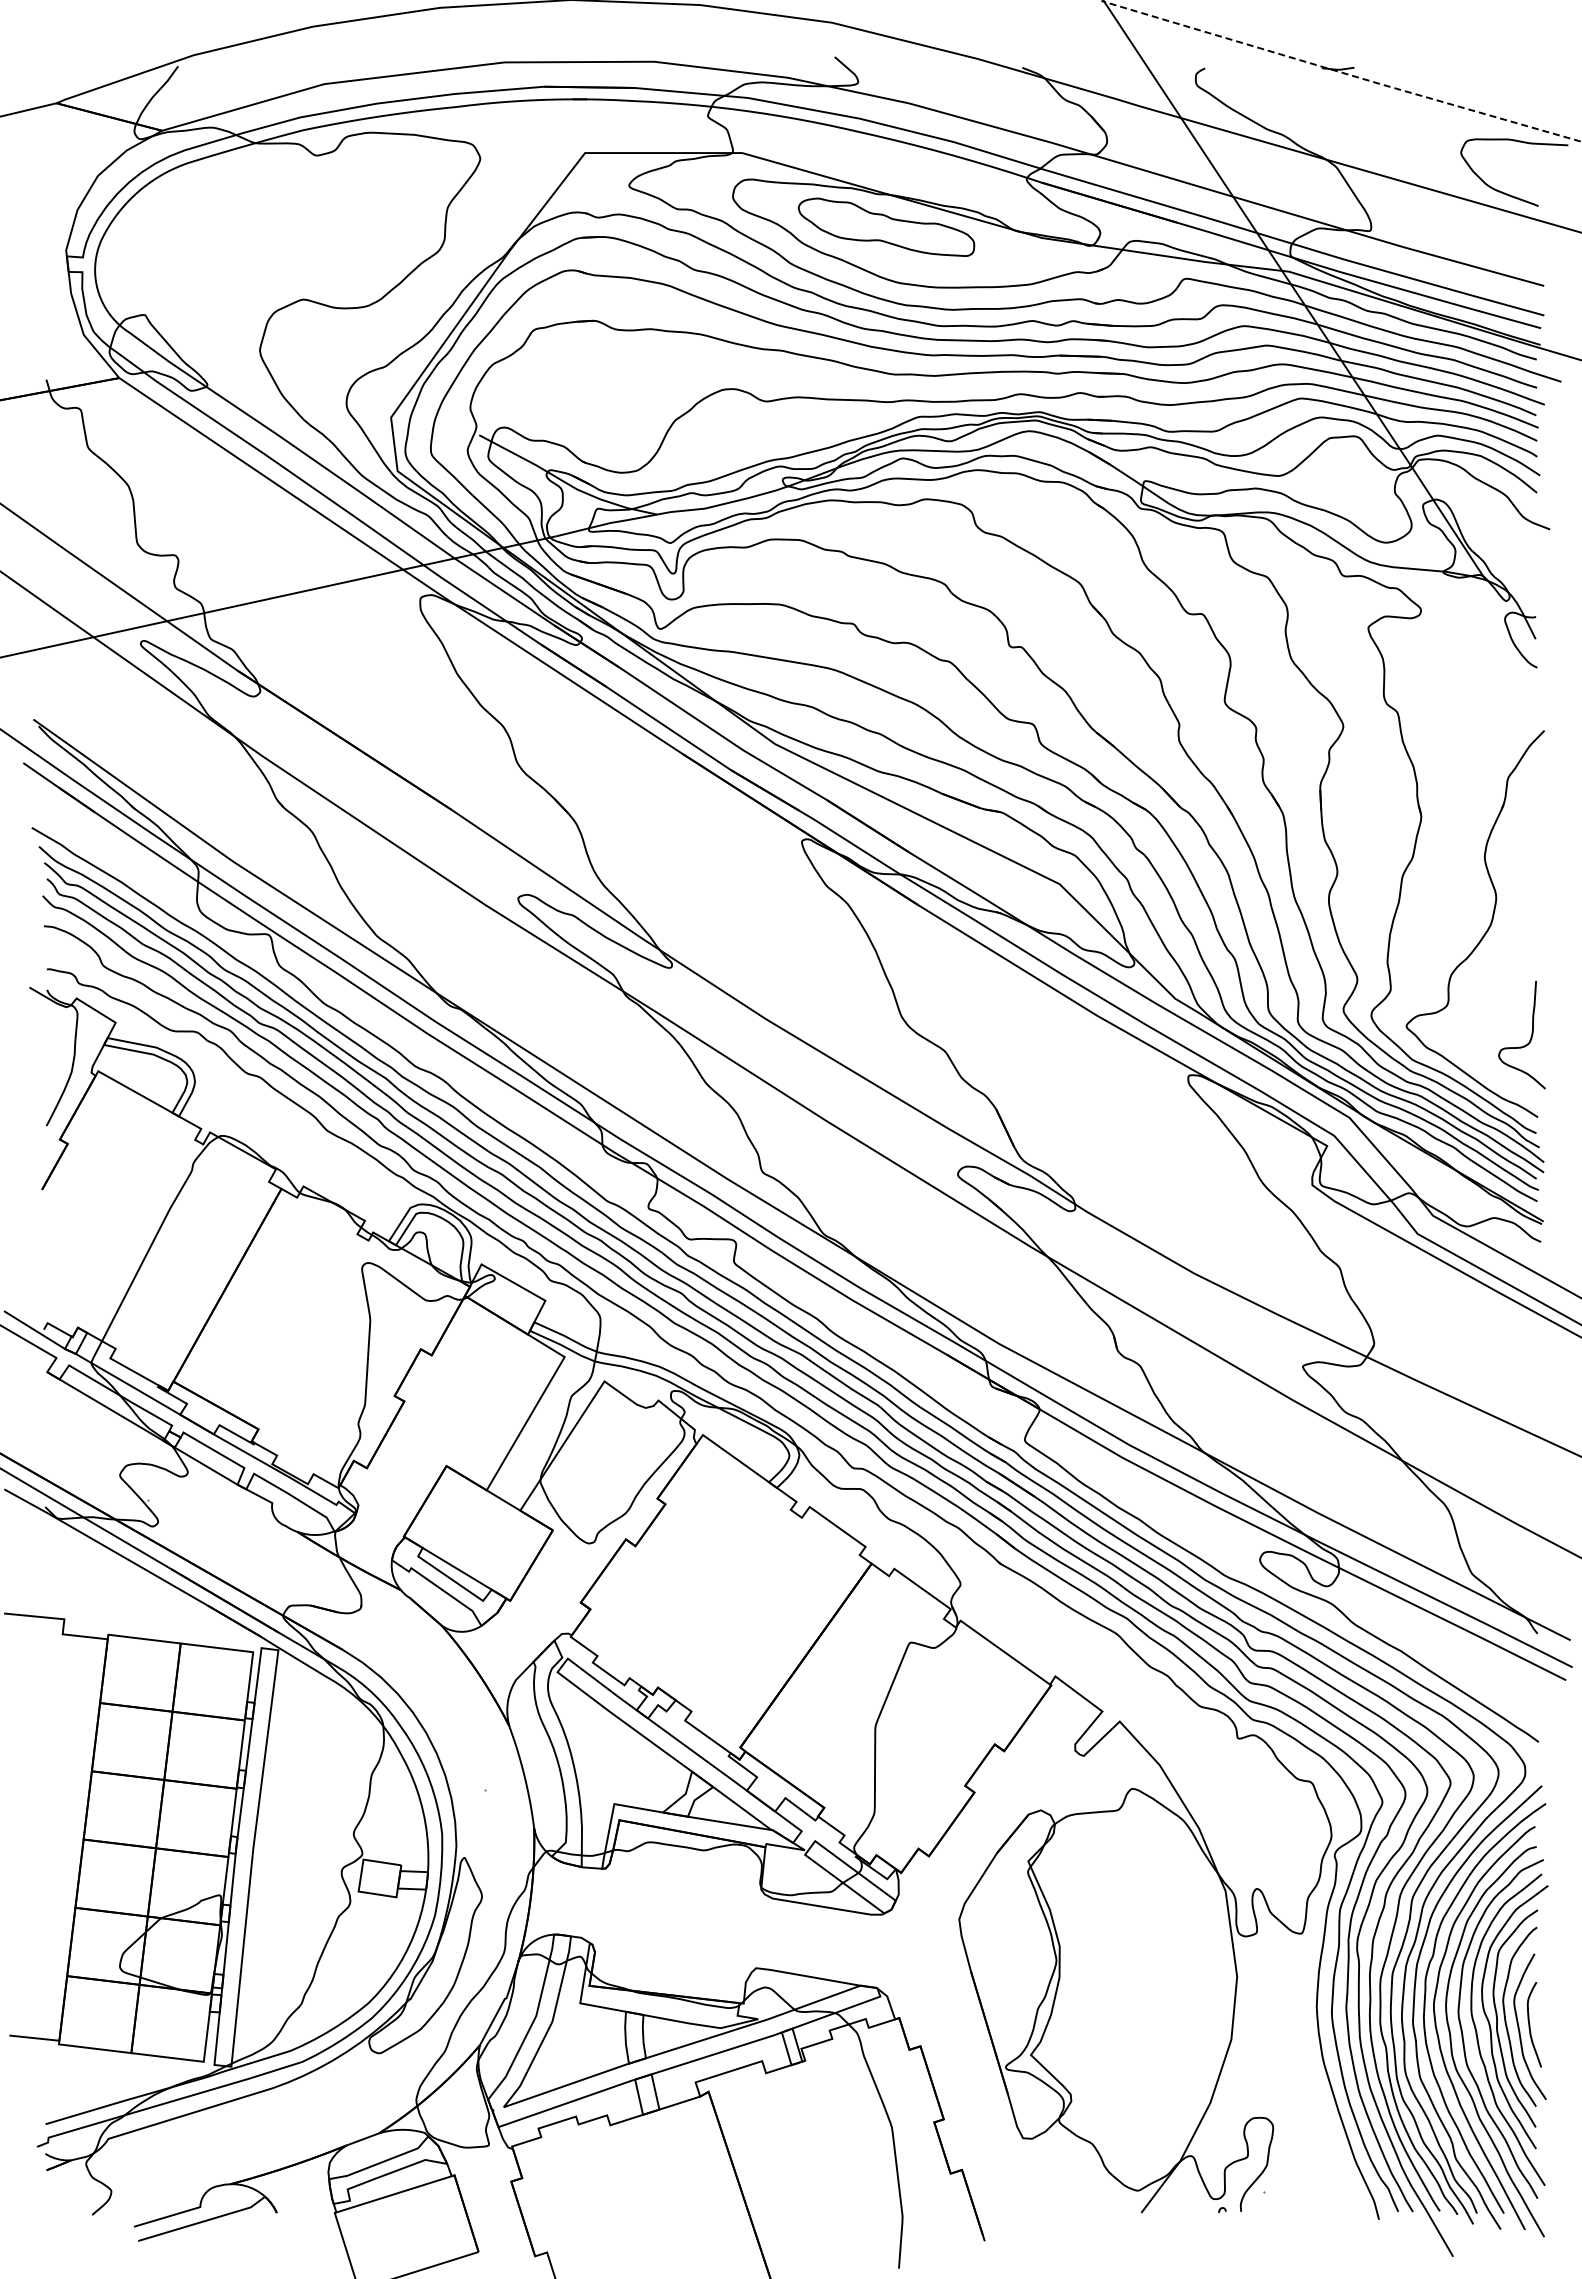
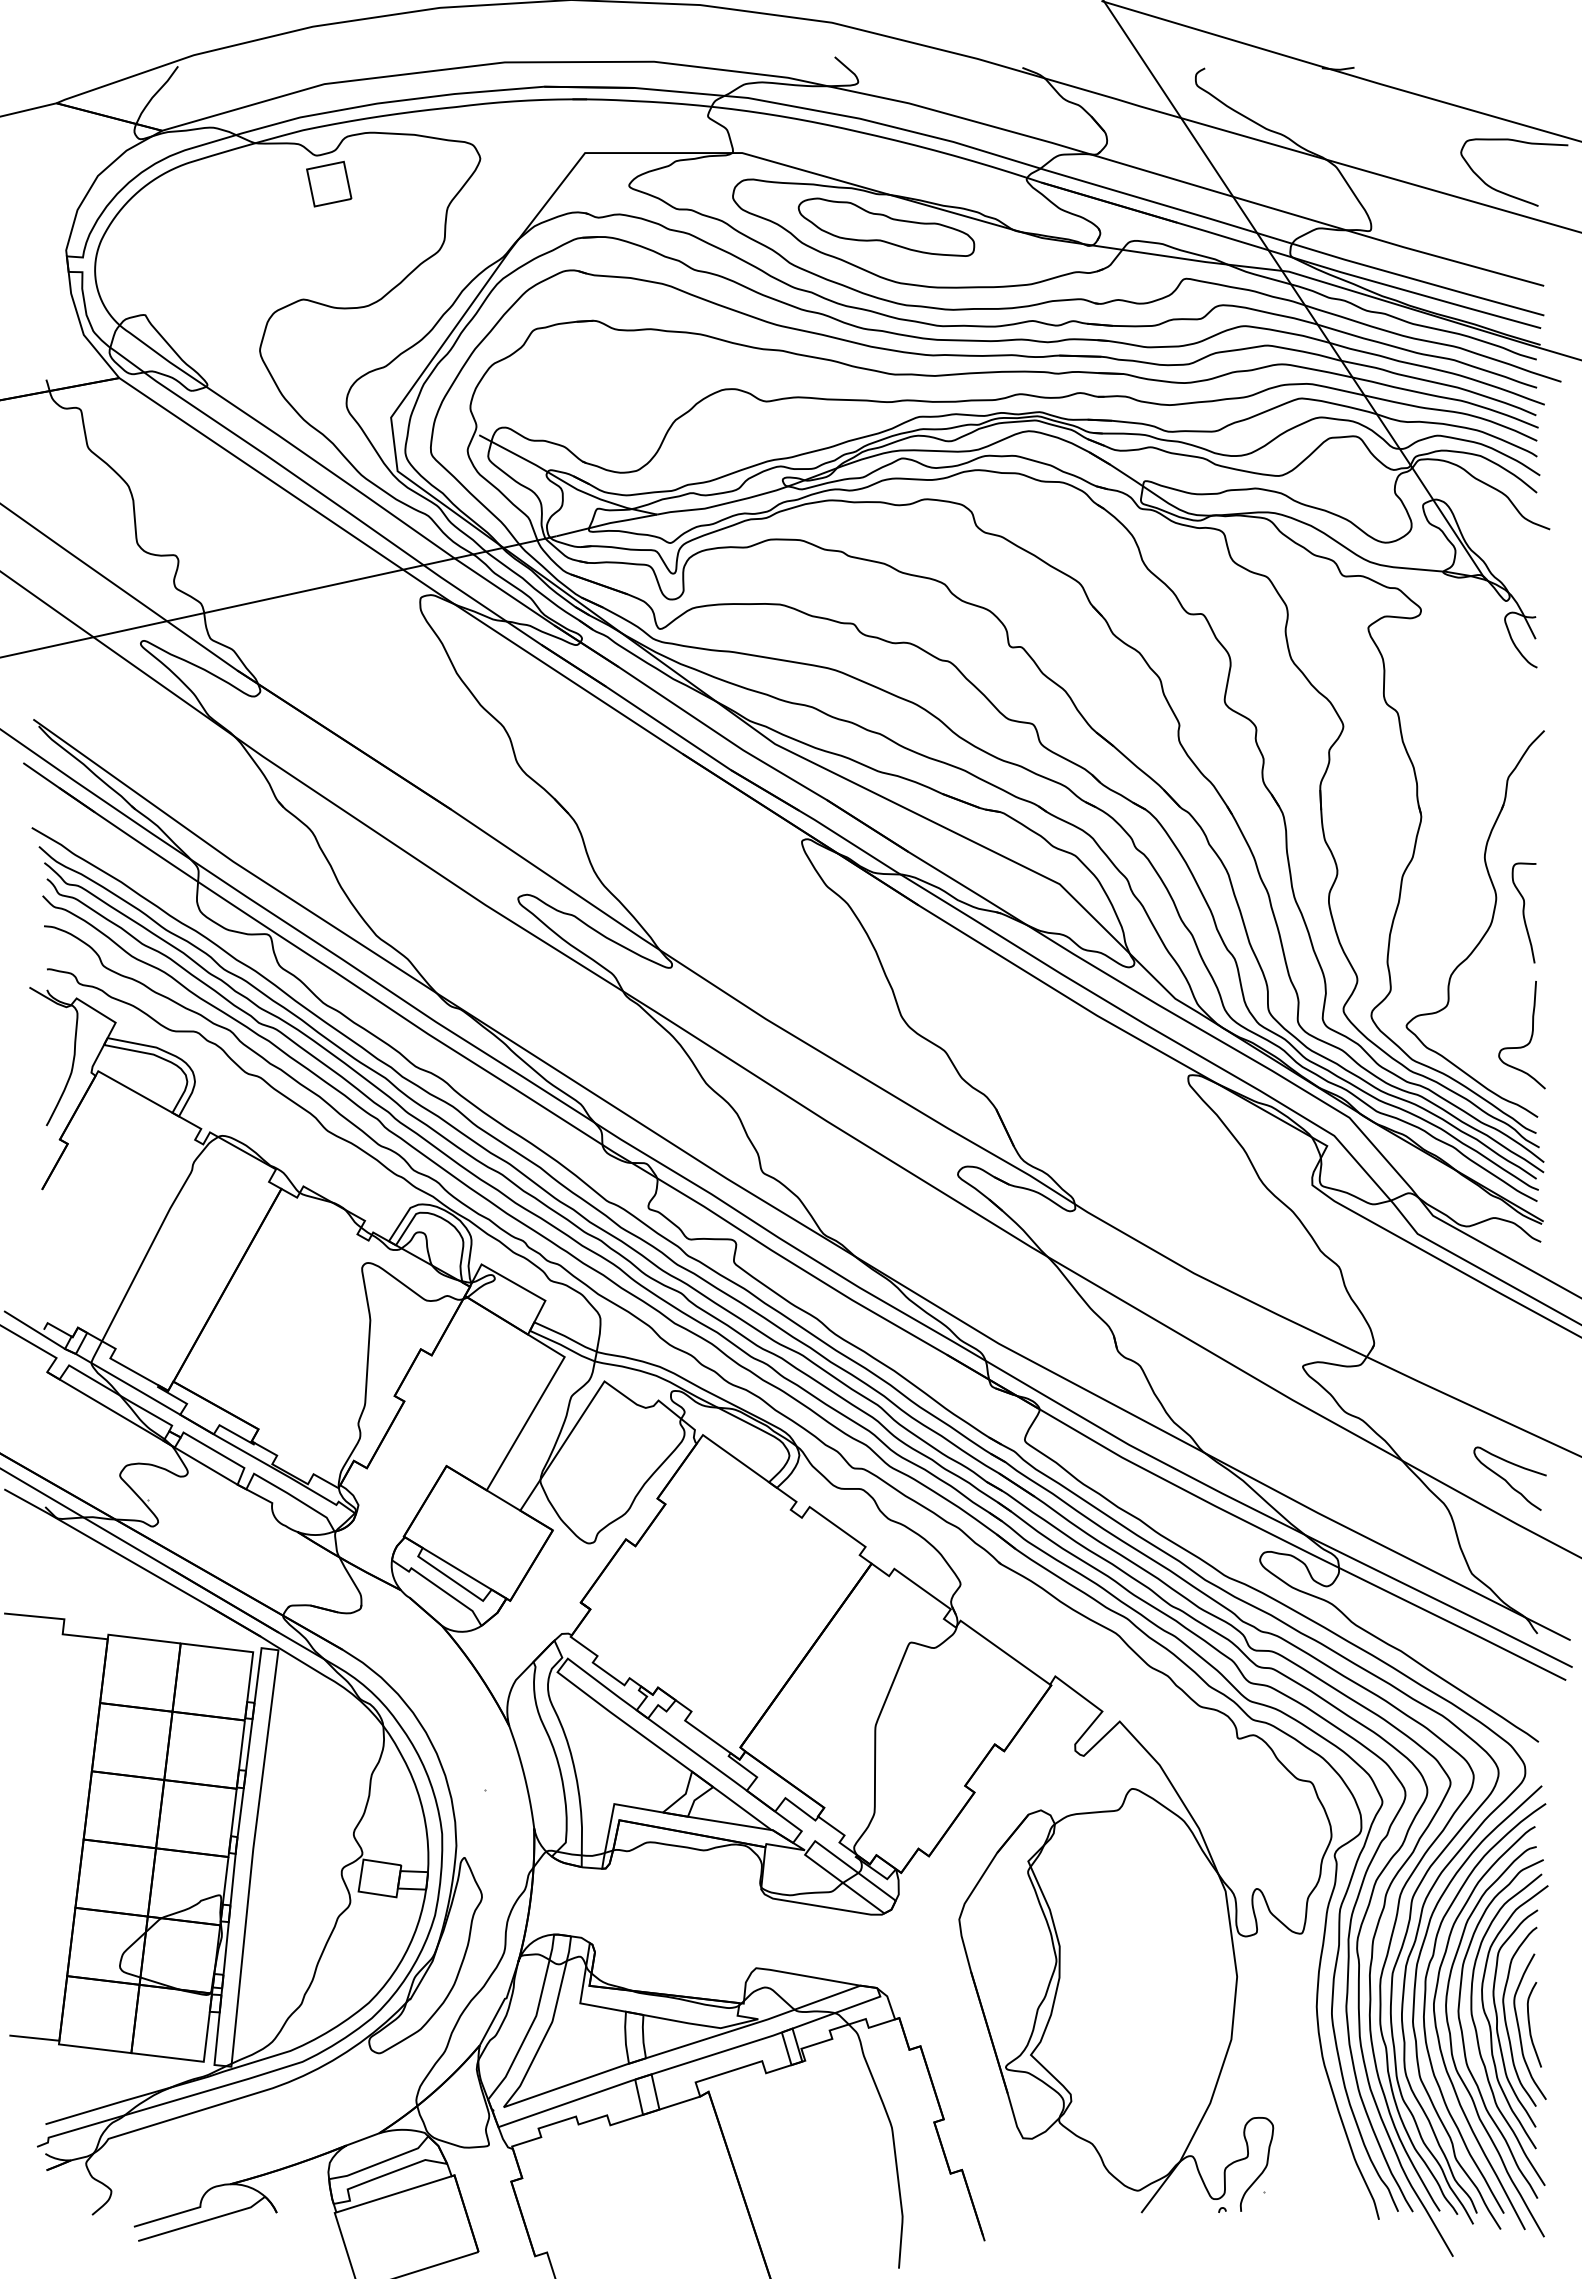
line at (1341, 72): dashed -> solid
part at (329, 183): none -> present
curve at (1523, 912): none -> present
curve at (1506, 1480): none -> present
